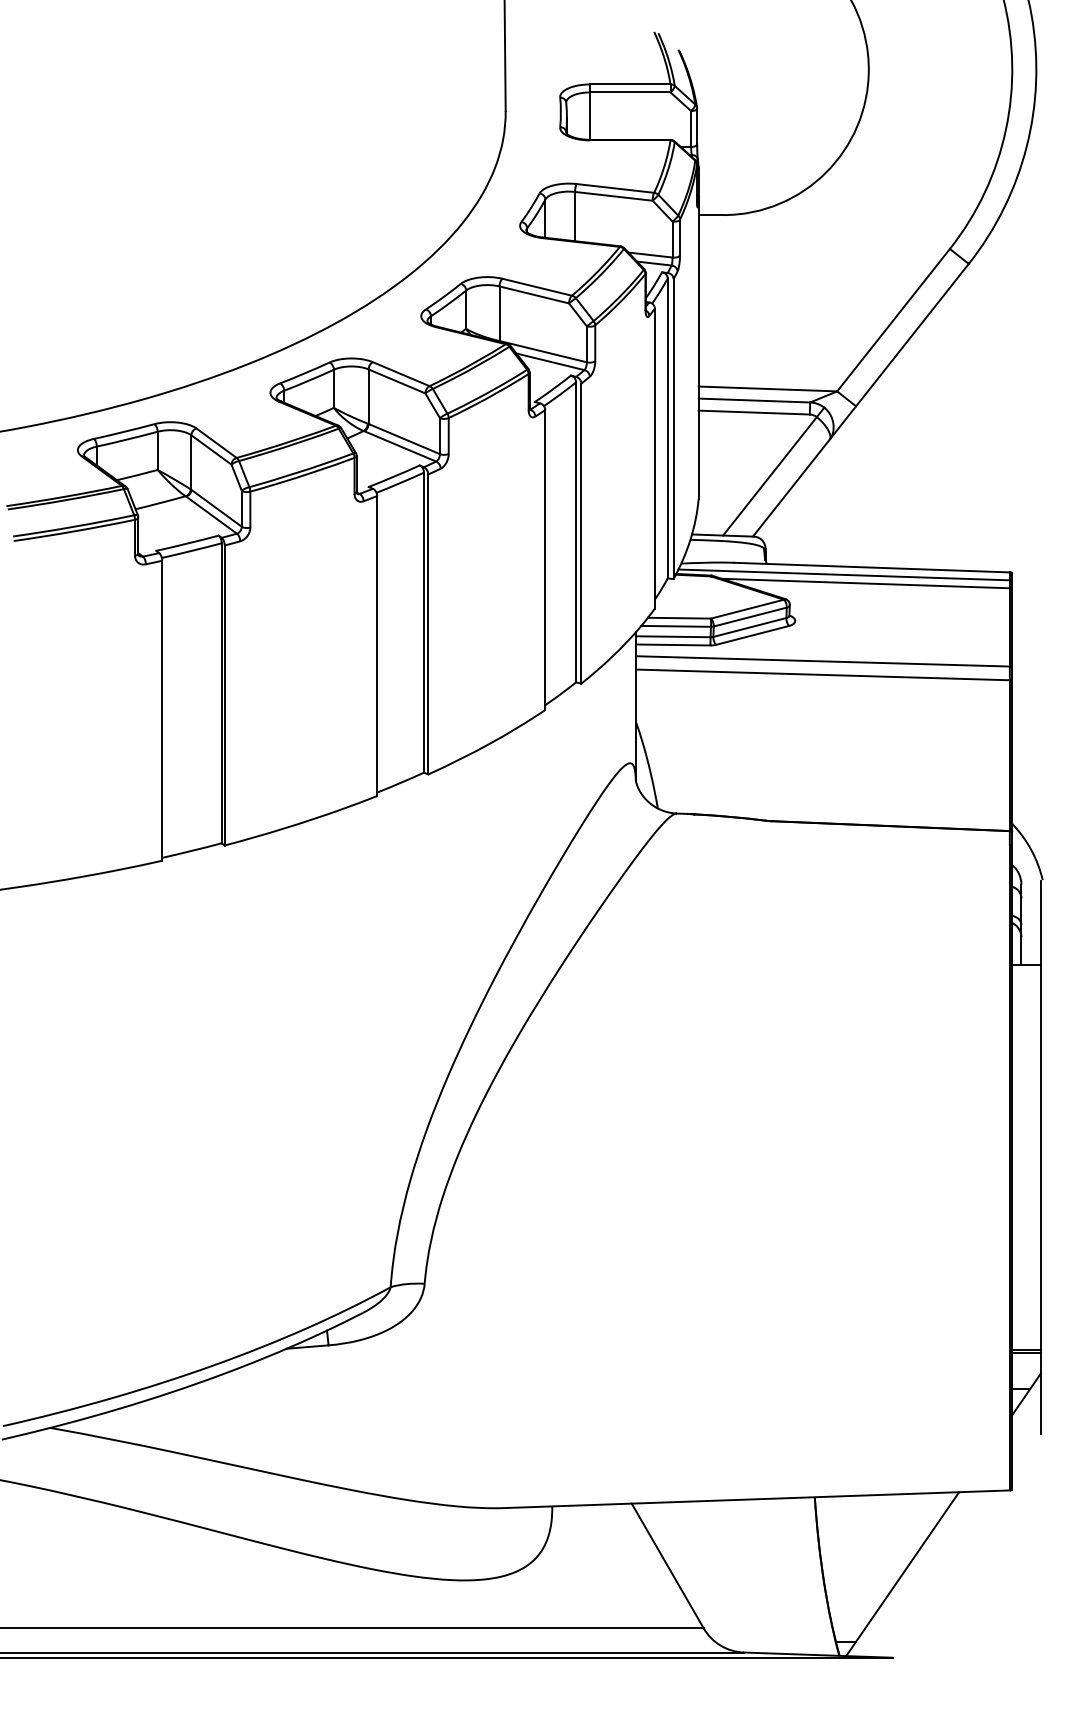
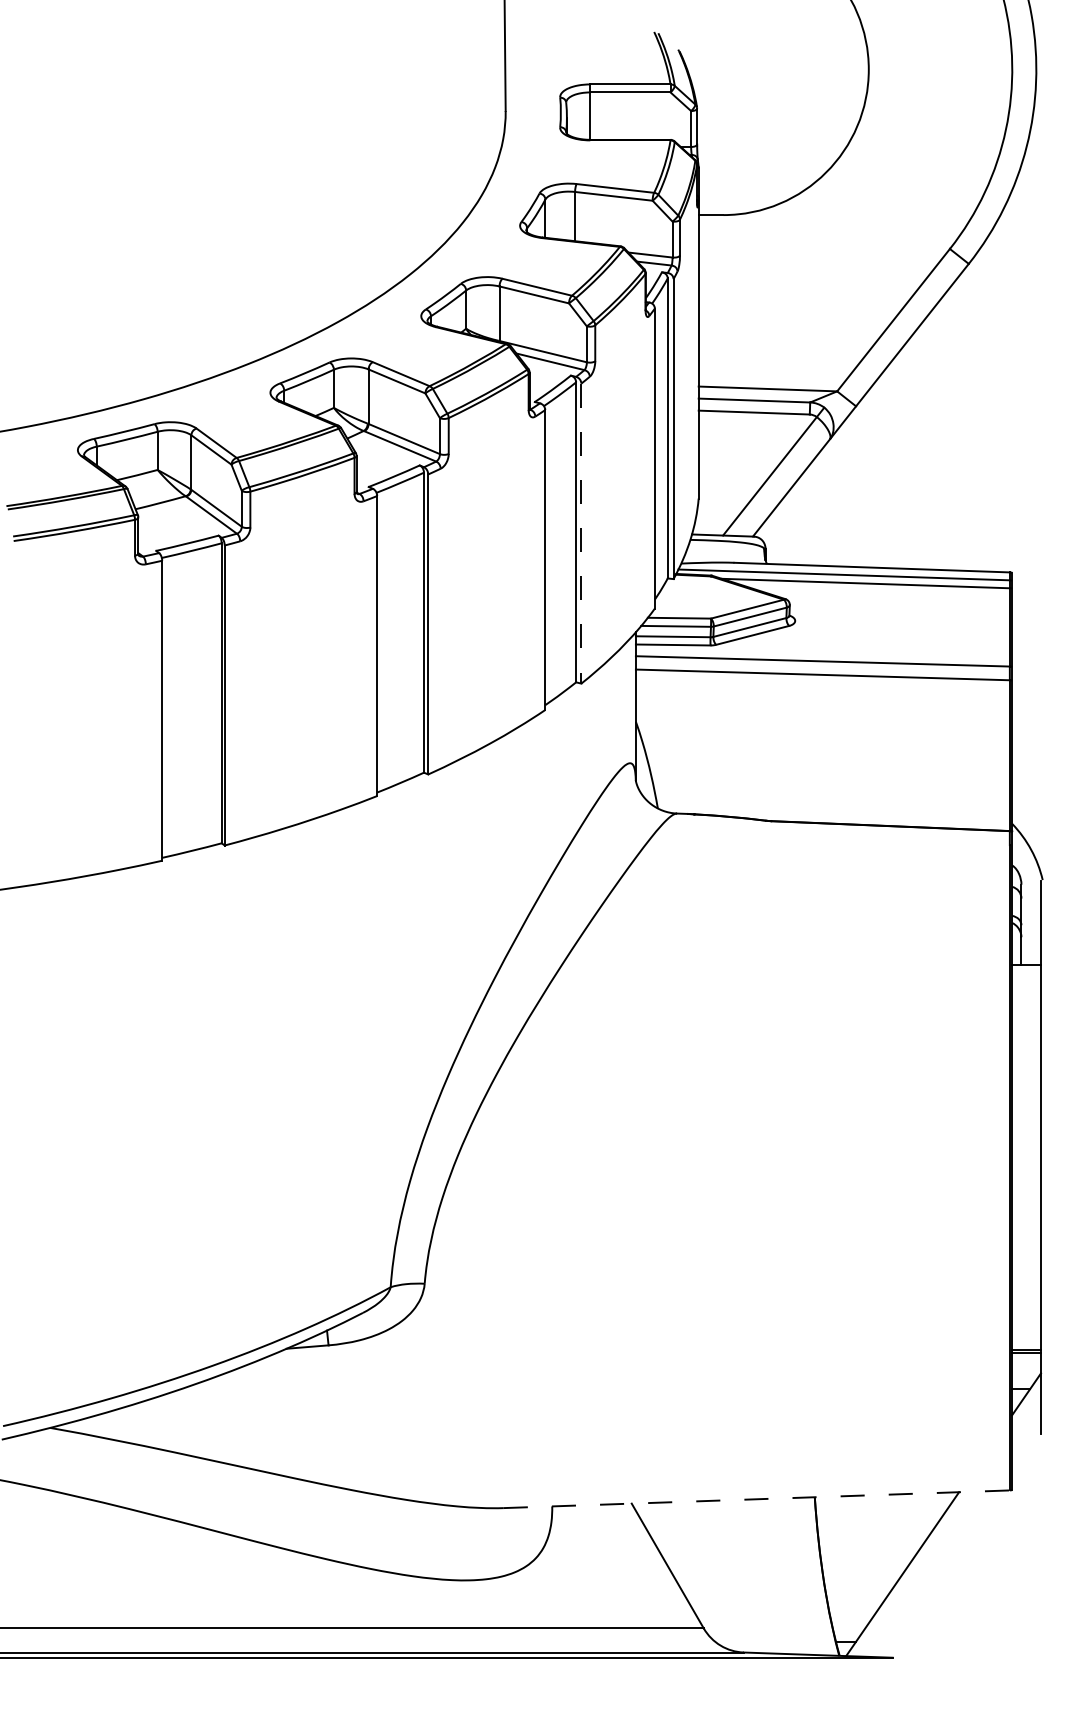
line at (581, 533): solid -> dashed
line at (757, 1499): solid -> dashed
